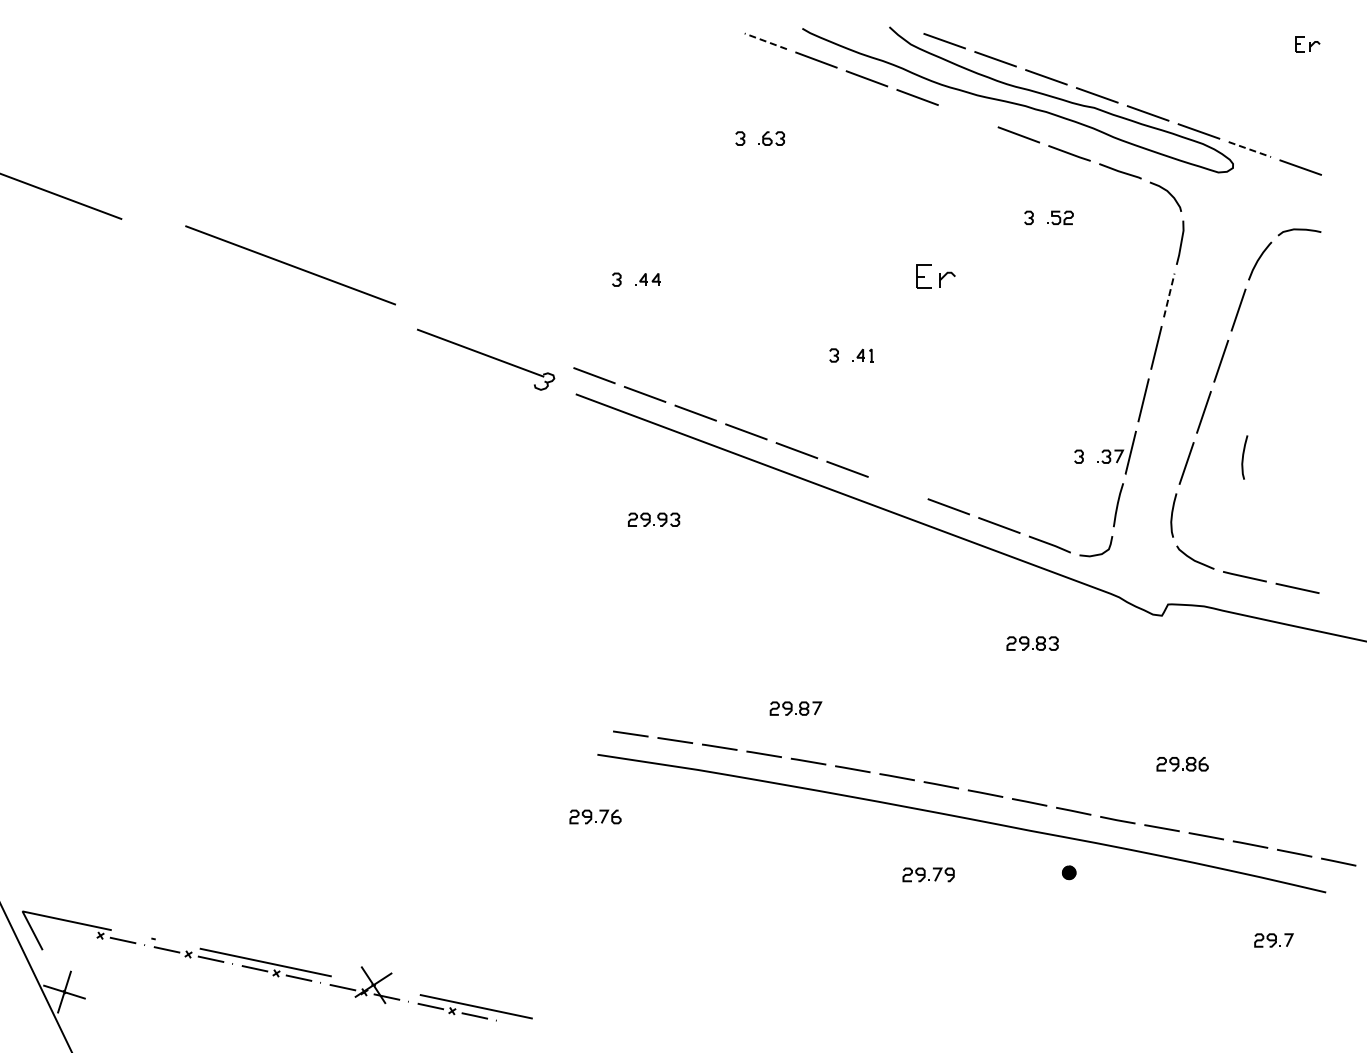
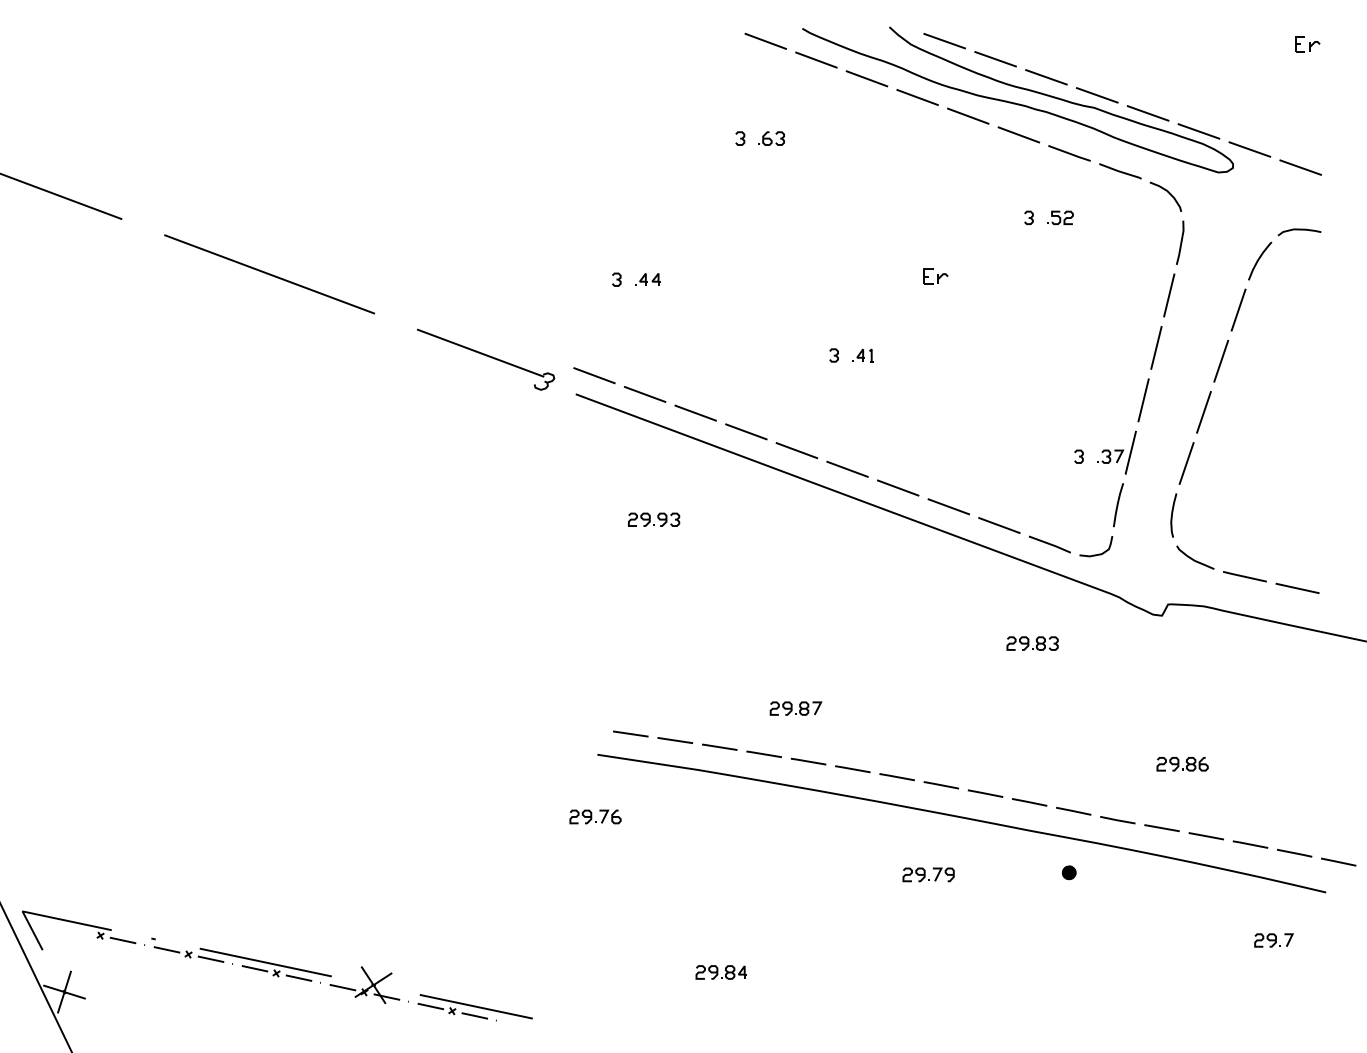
line at (765, 41): dashed -> solid
line at (968, 115): none -> present
line at (1250, 149): dashed -> solid
line at (290, 265) position: (290, 265) -> (269, 274)
part at (935, 276) size: 40x25 px -> 26x17 px
line at (1169, 294): dashed -> solid
part at (1244, 457): present -> none
line at (898, 487): none -> present
part at (720, 972): none -> present
